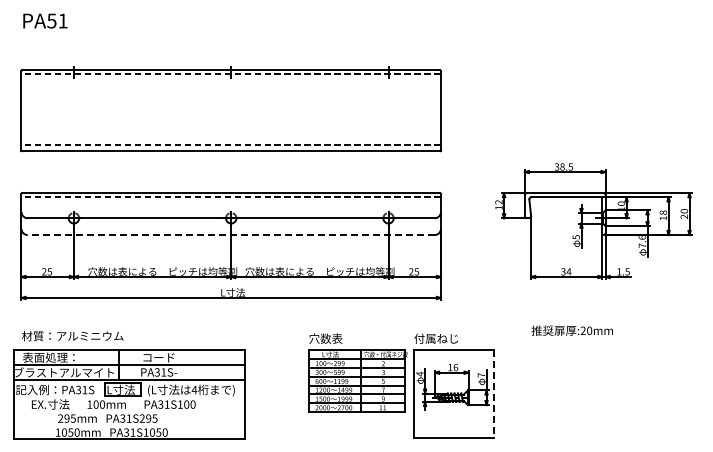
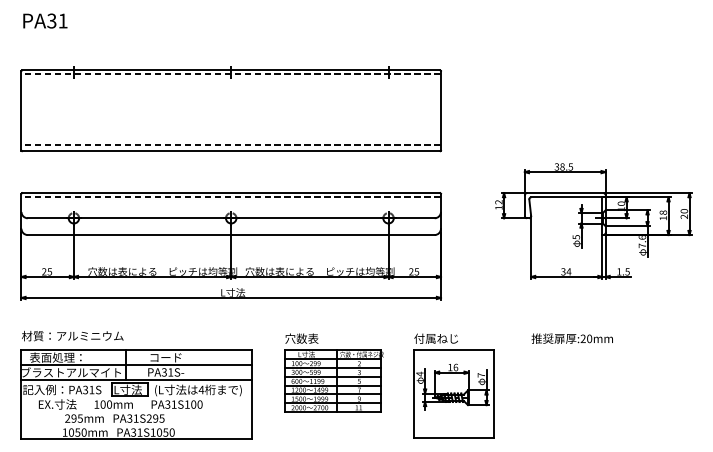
text at (51, 20): PA51 -> PA31
line at (230, 235): dashed -> solid
text at (571, 330) position: (571, 330) -> (571, 338)
part at (357, 372) position: (357, 372) -> (333, 372)
line at (494, 393): dashed -> solid
part at (129, 394) position: (129, 394) -> (136, 394)
